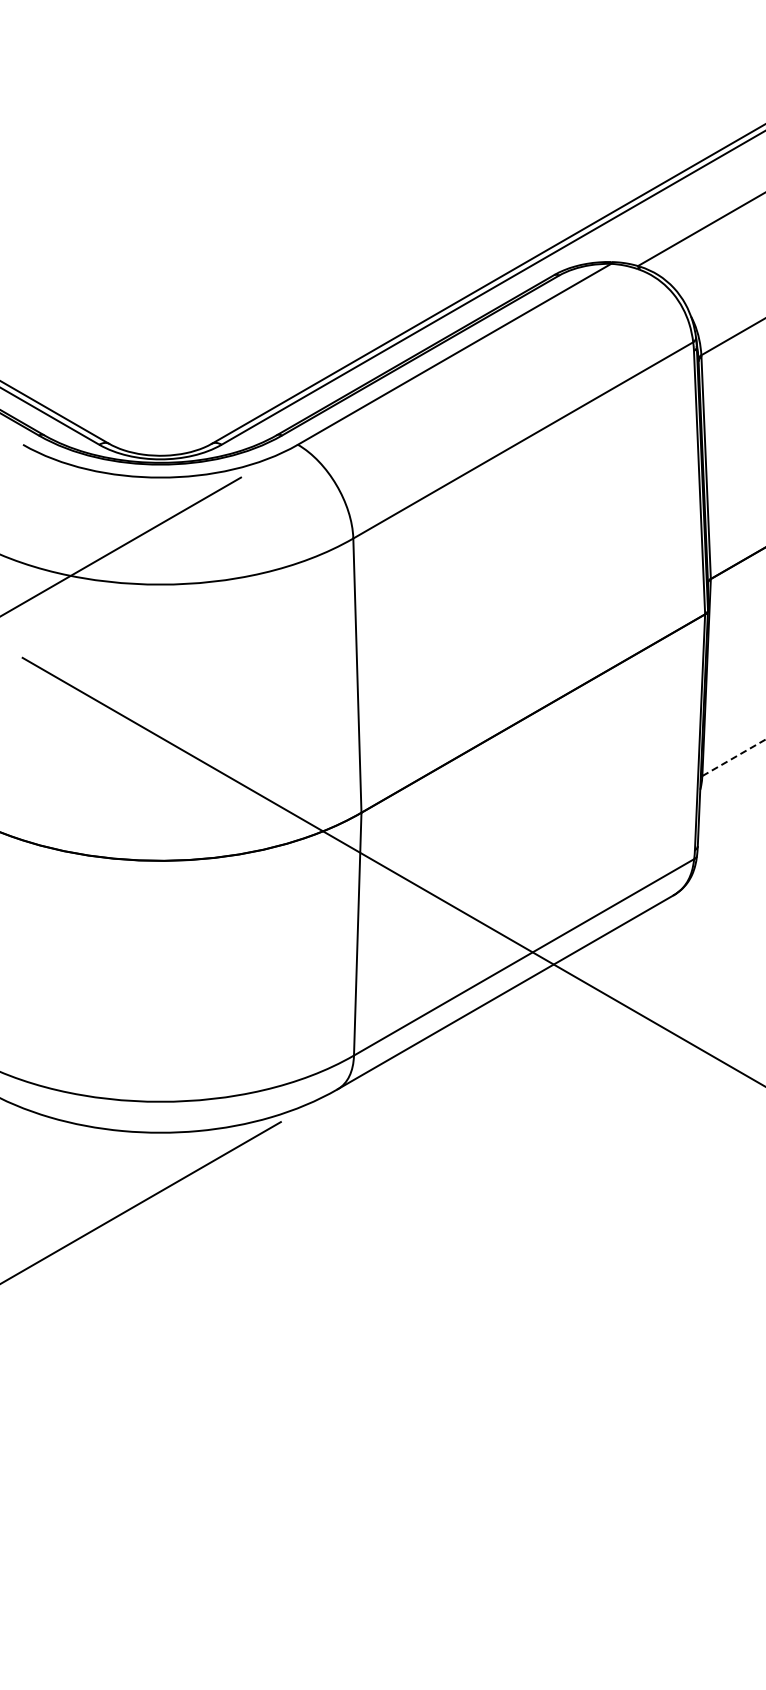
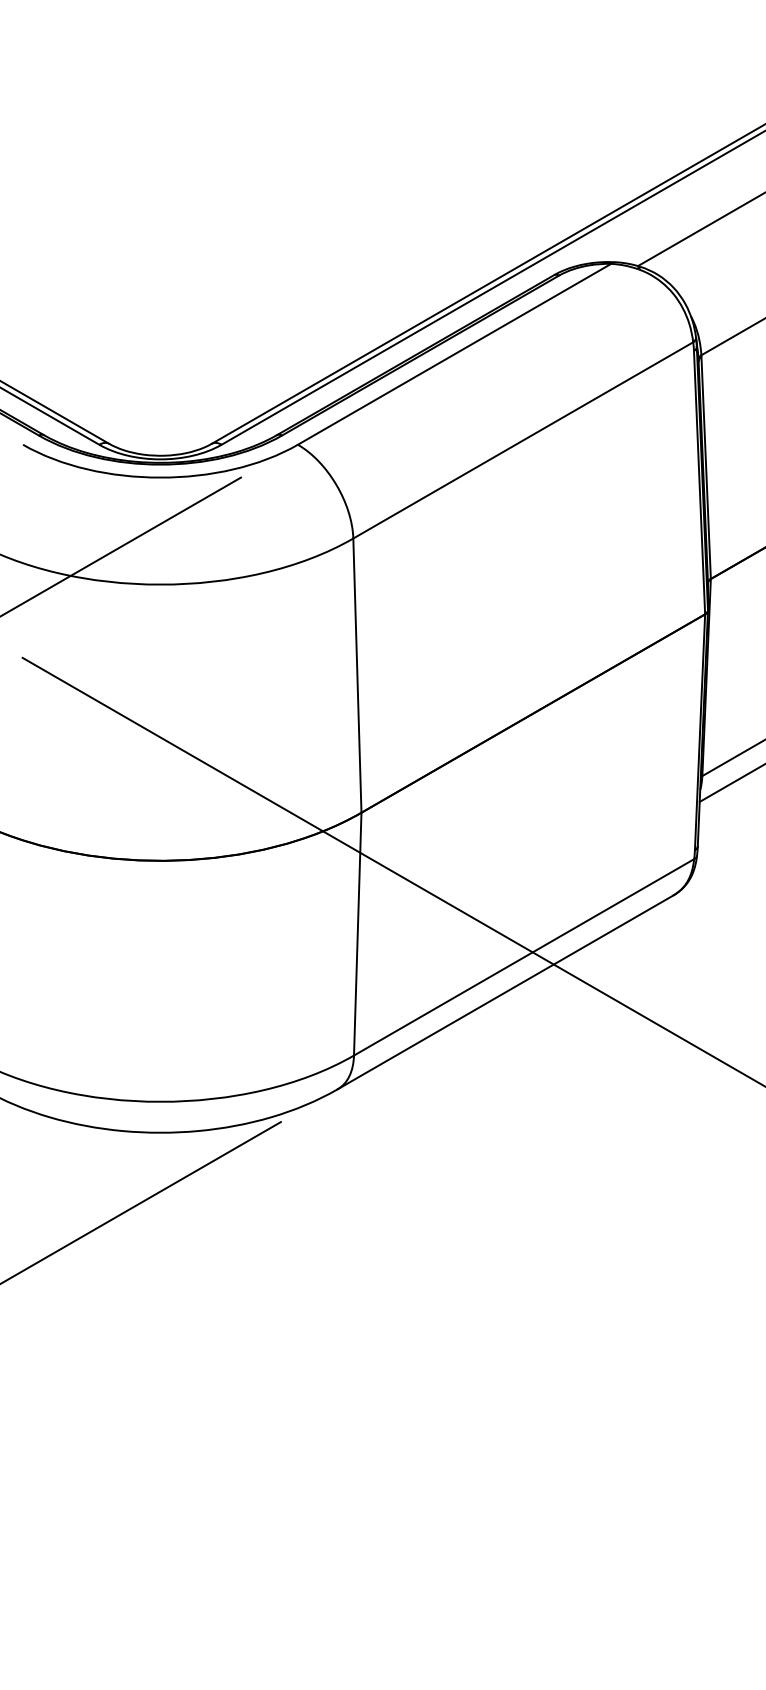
line at (734, 757): dashed -> solid
line at (730, 783): none -> present
